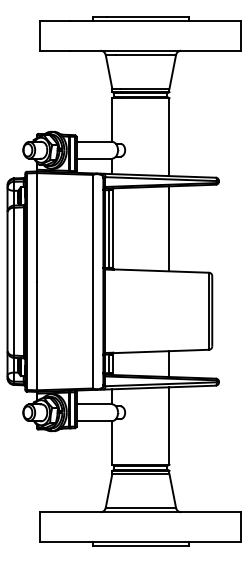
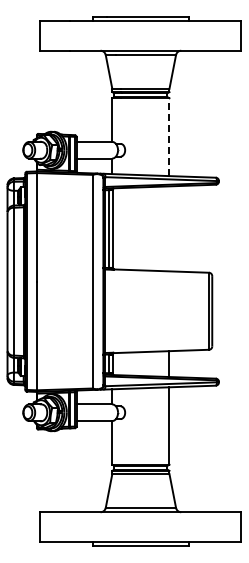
line at (169, 137): solid -> dashed
line at (169, 228): present -> none
